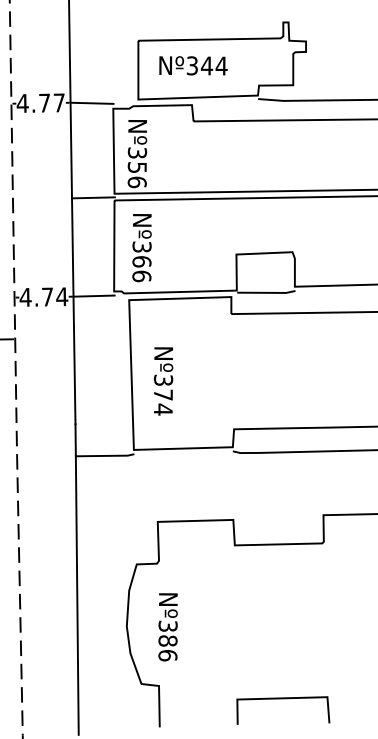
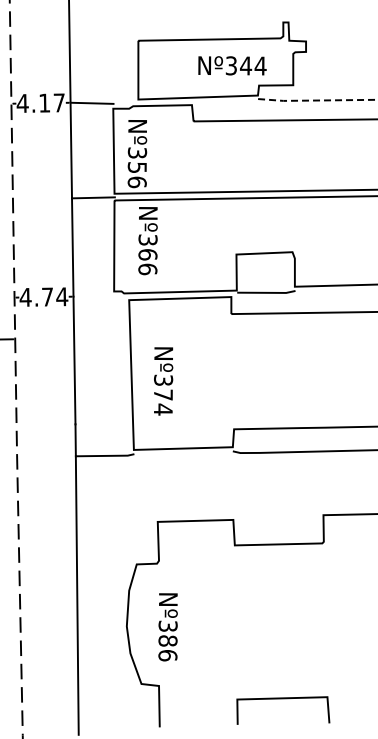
text at (193, 65) position: (193, 65) -> (232, 65)
line at (317, 100): solid -> dashed
text at (44, 102): 4.77 -> 4.17
text at (141, 248) position: (141, 248) -> (147, 241)
line at (93, 295): present -> none
